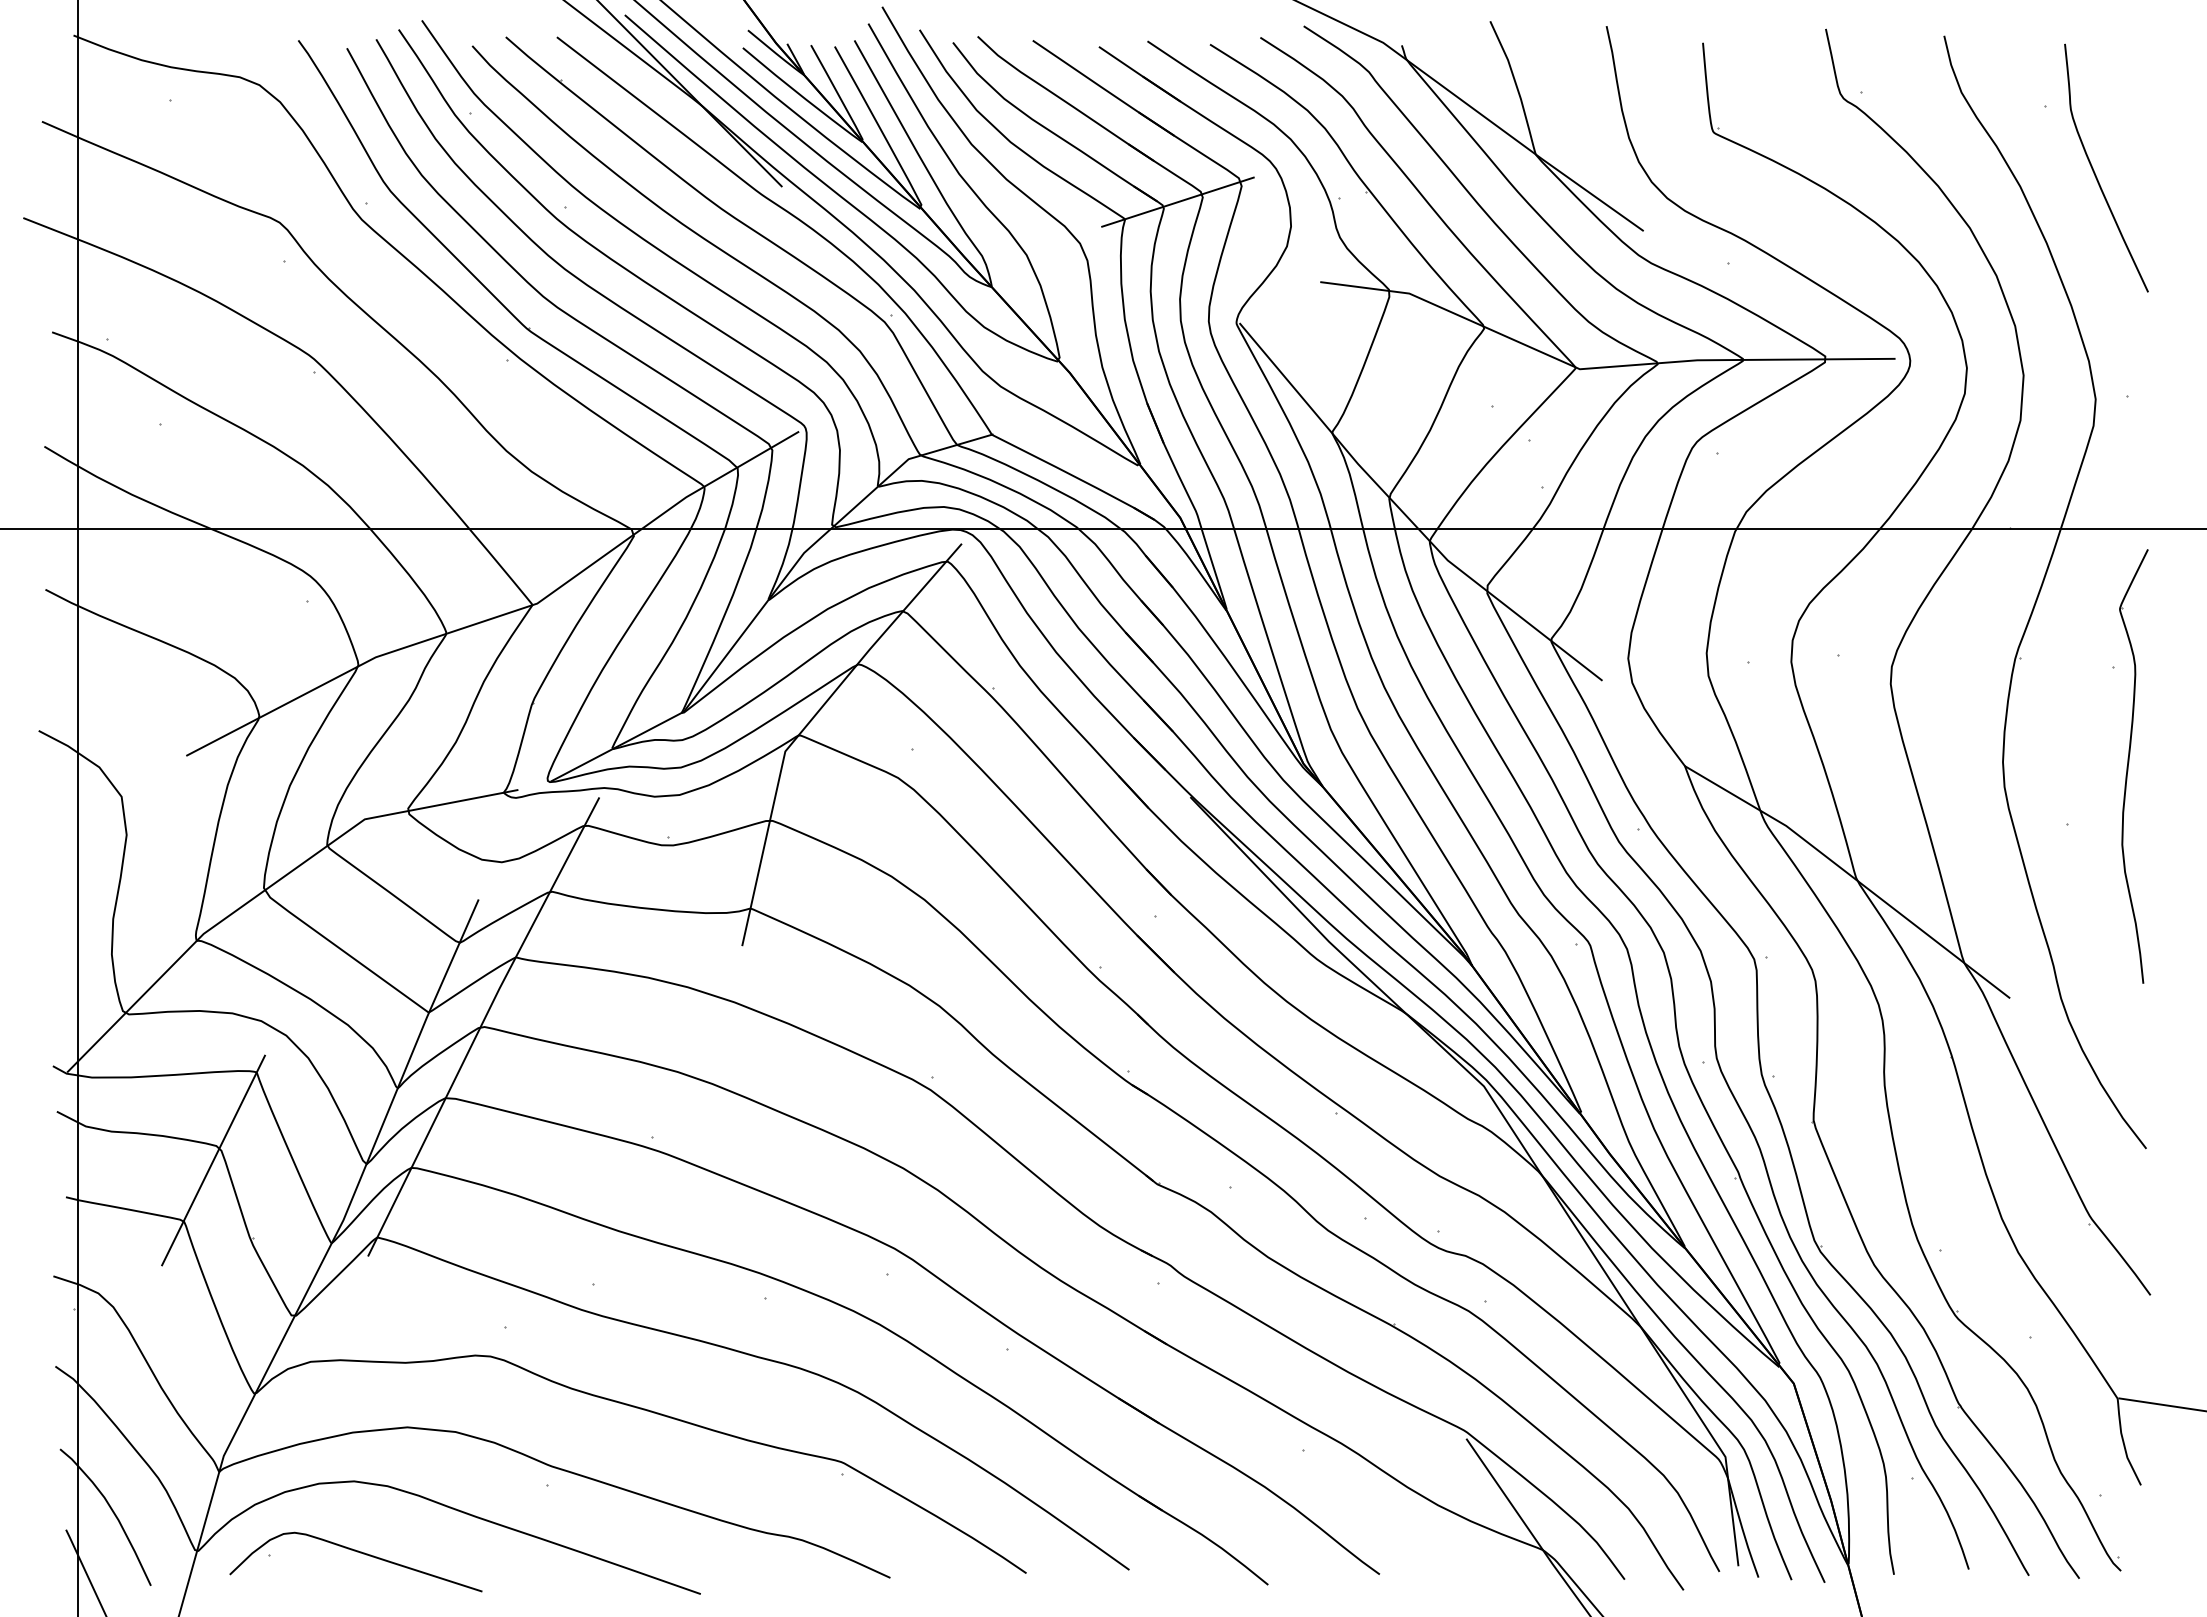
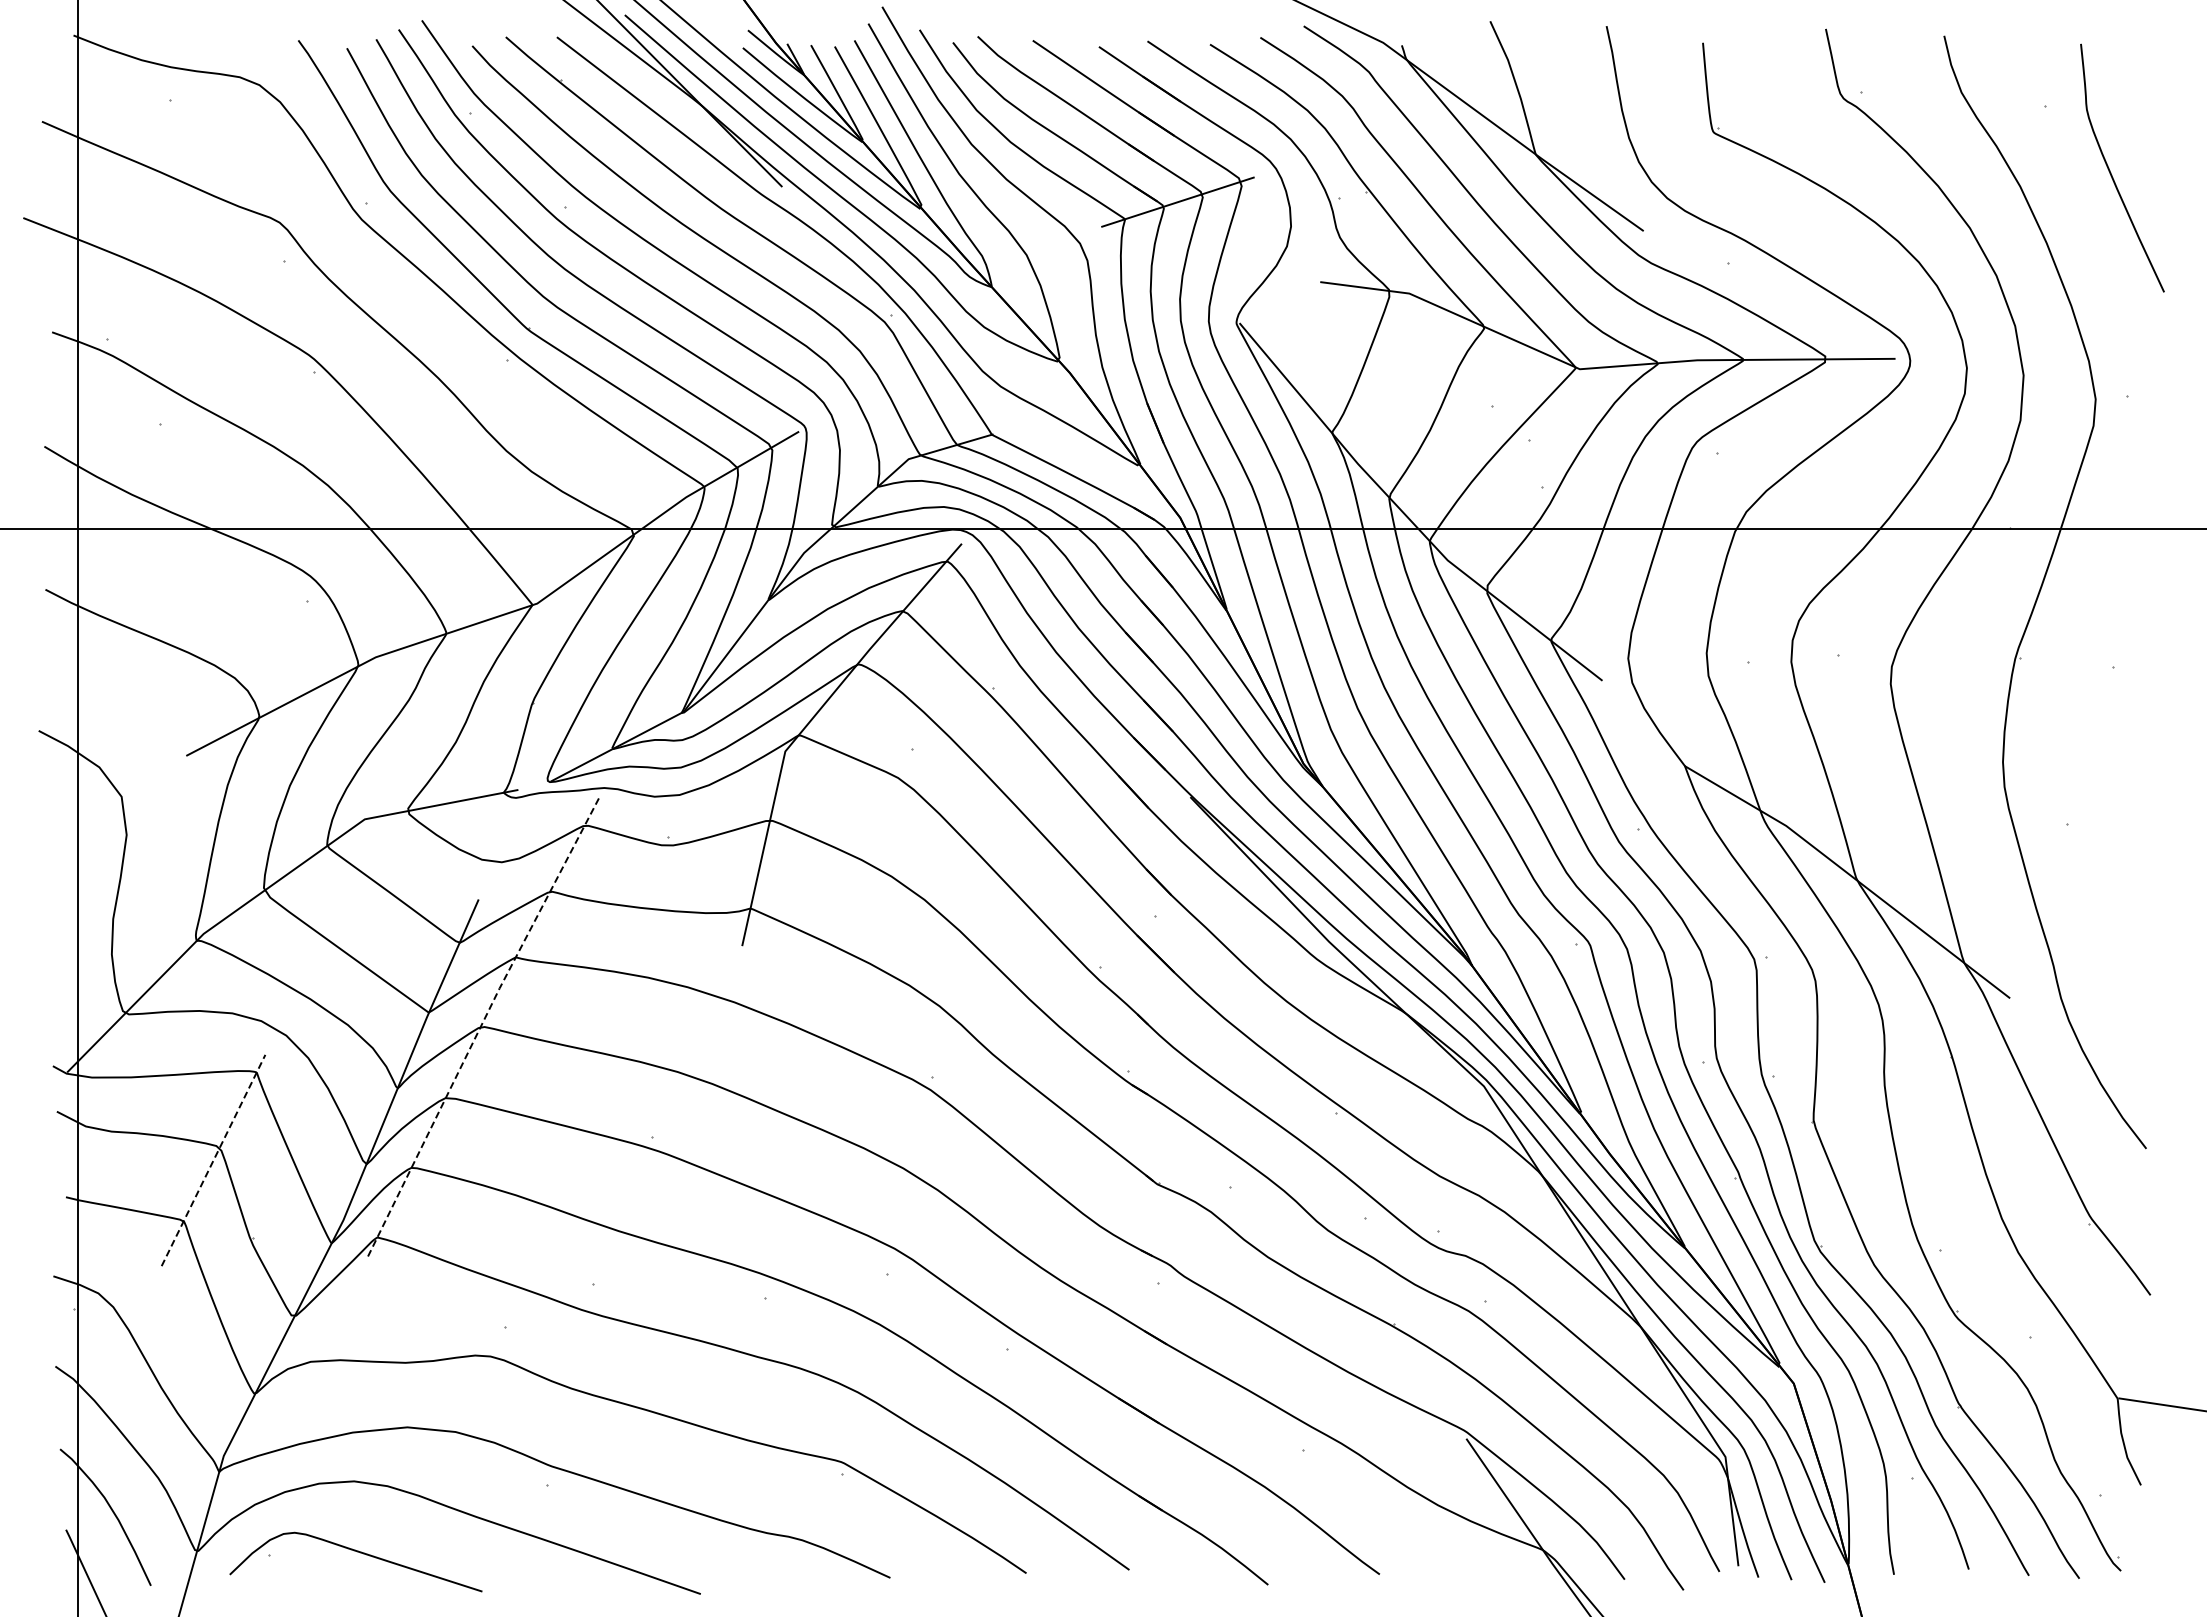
curve at (2095, 172) position: (2095, 172) -> (2111, 172)
part at (2133, 766): present -> none
line at (481, 1025): solid -> dashed
line at (213, 1160): solid -> dashed
